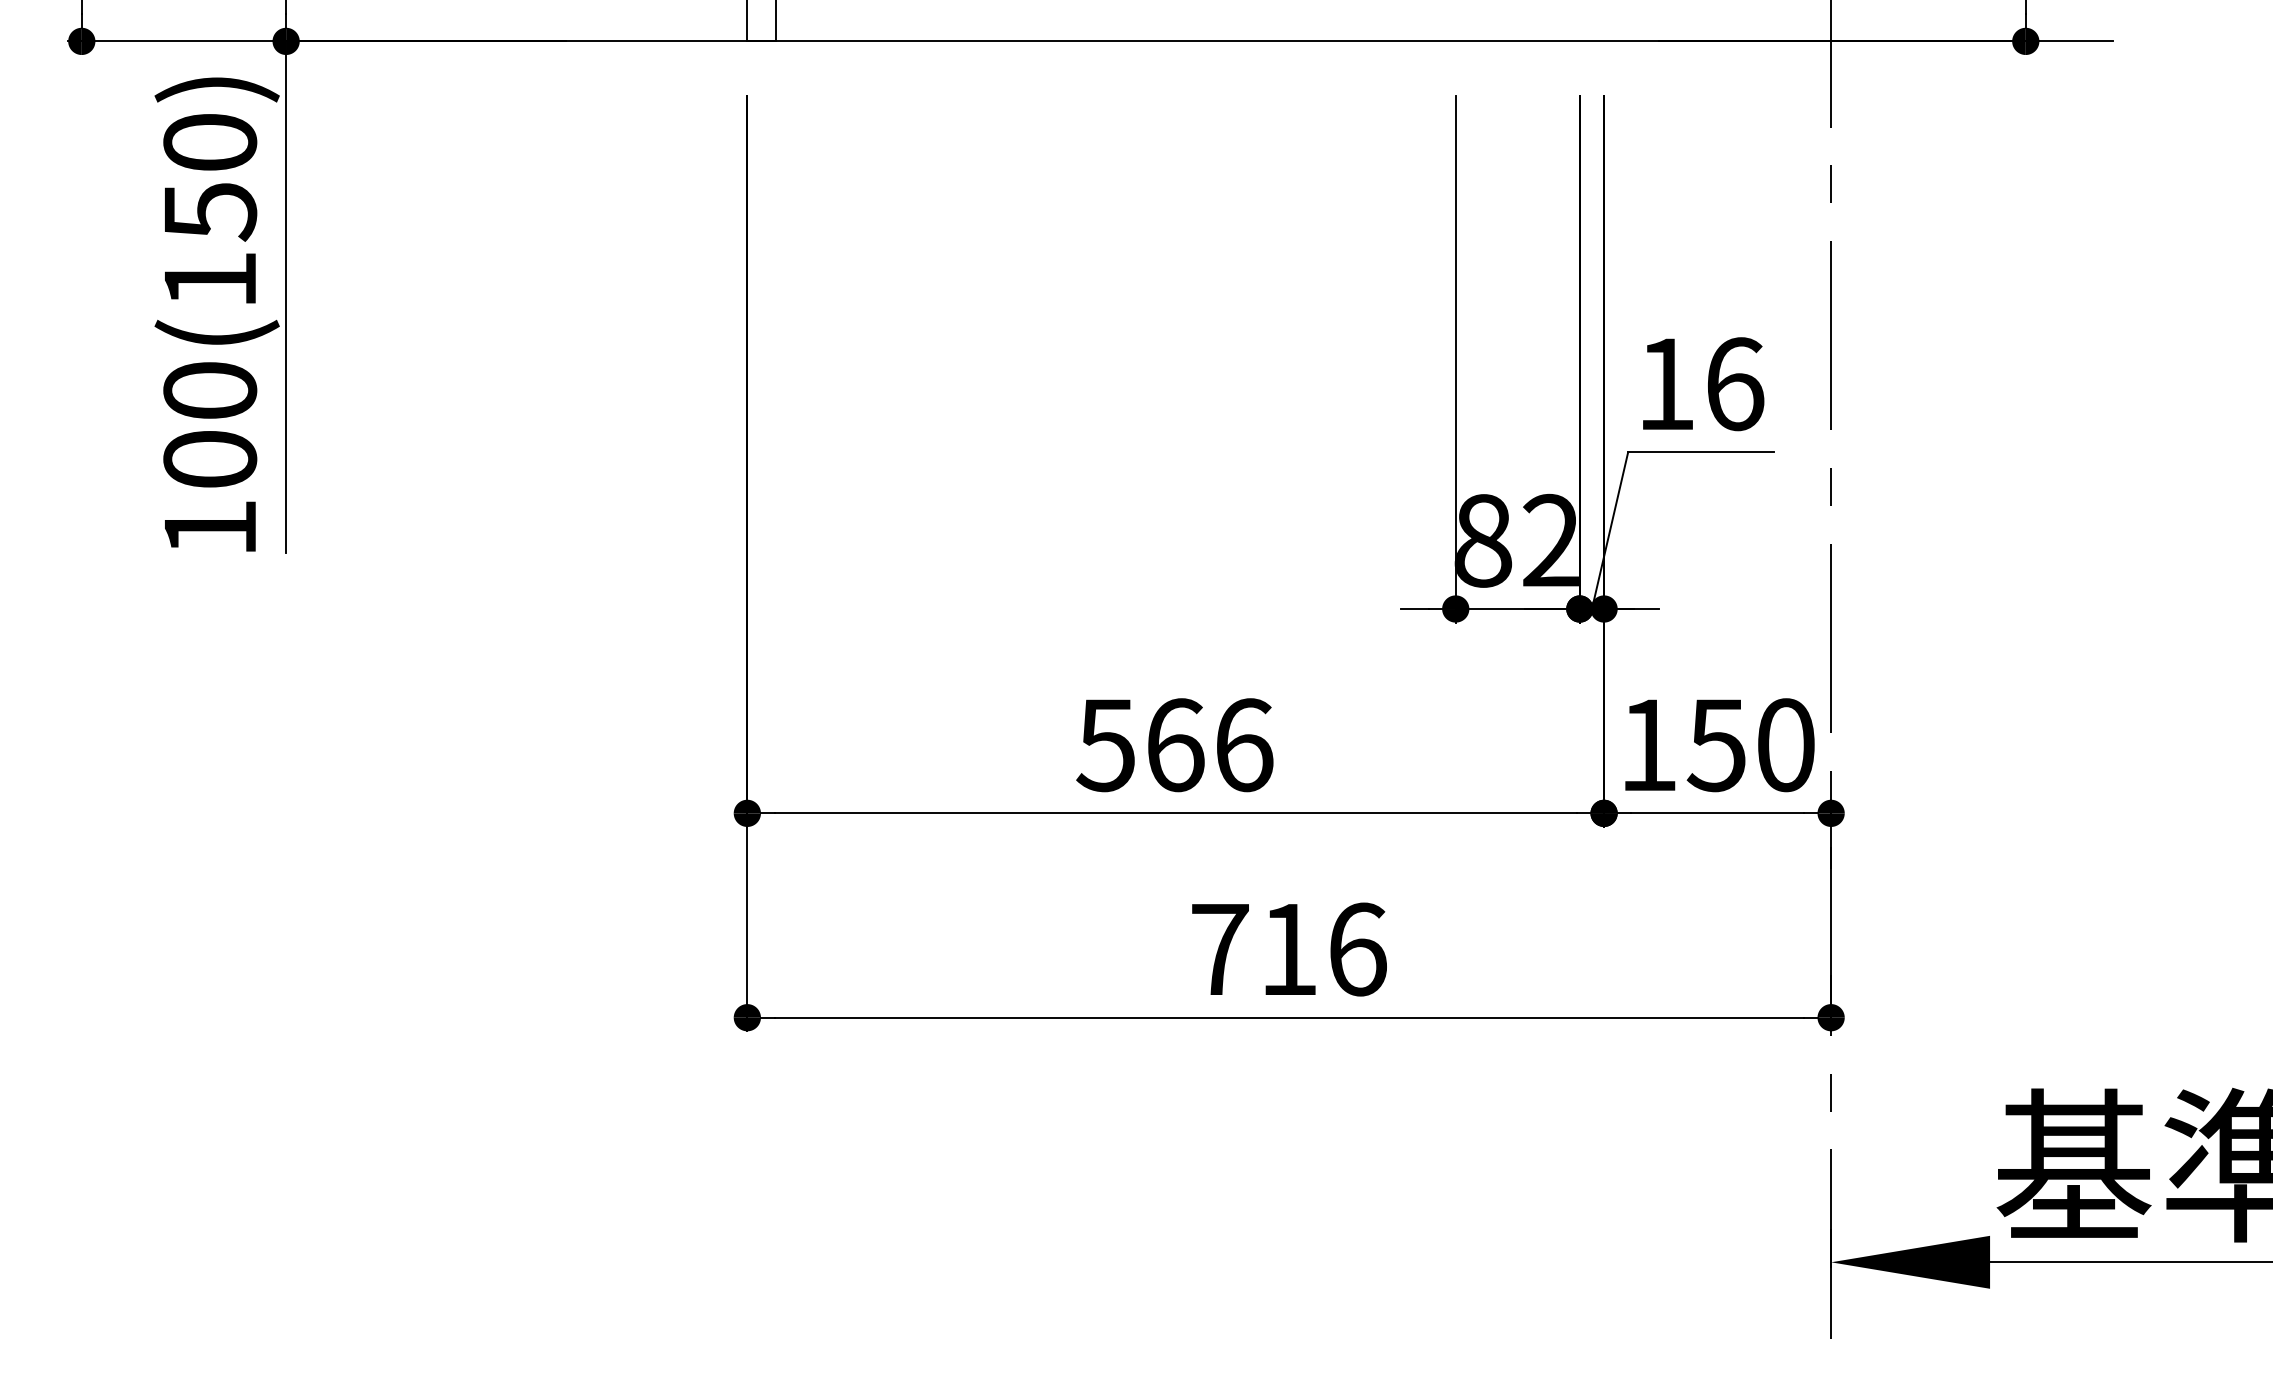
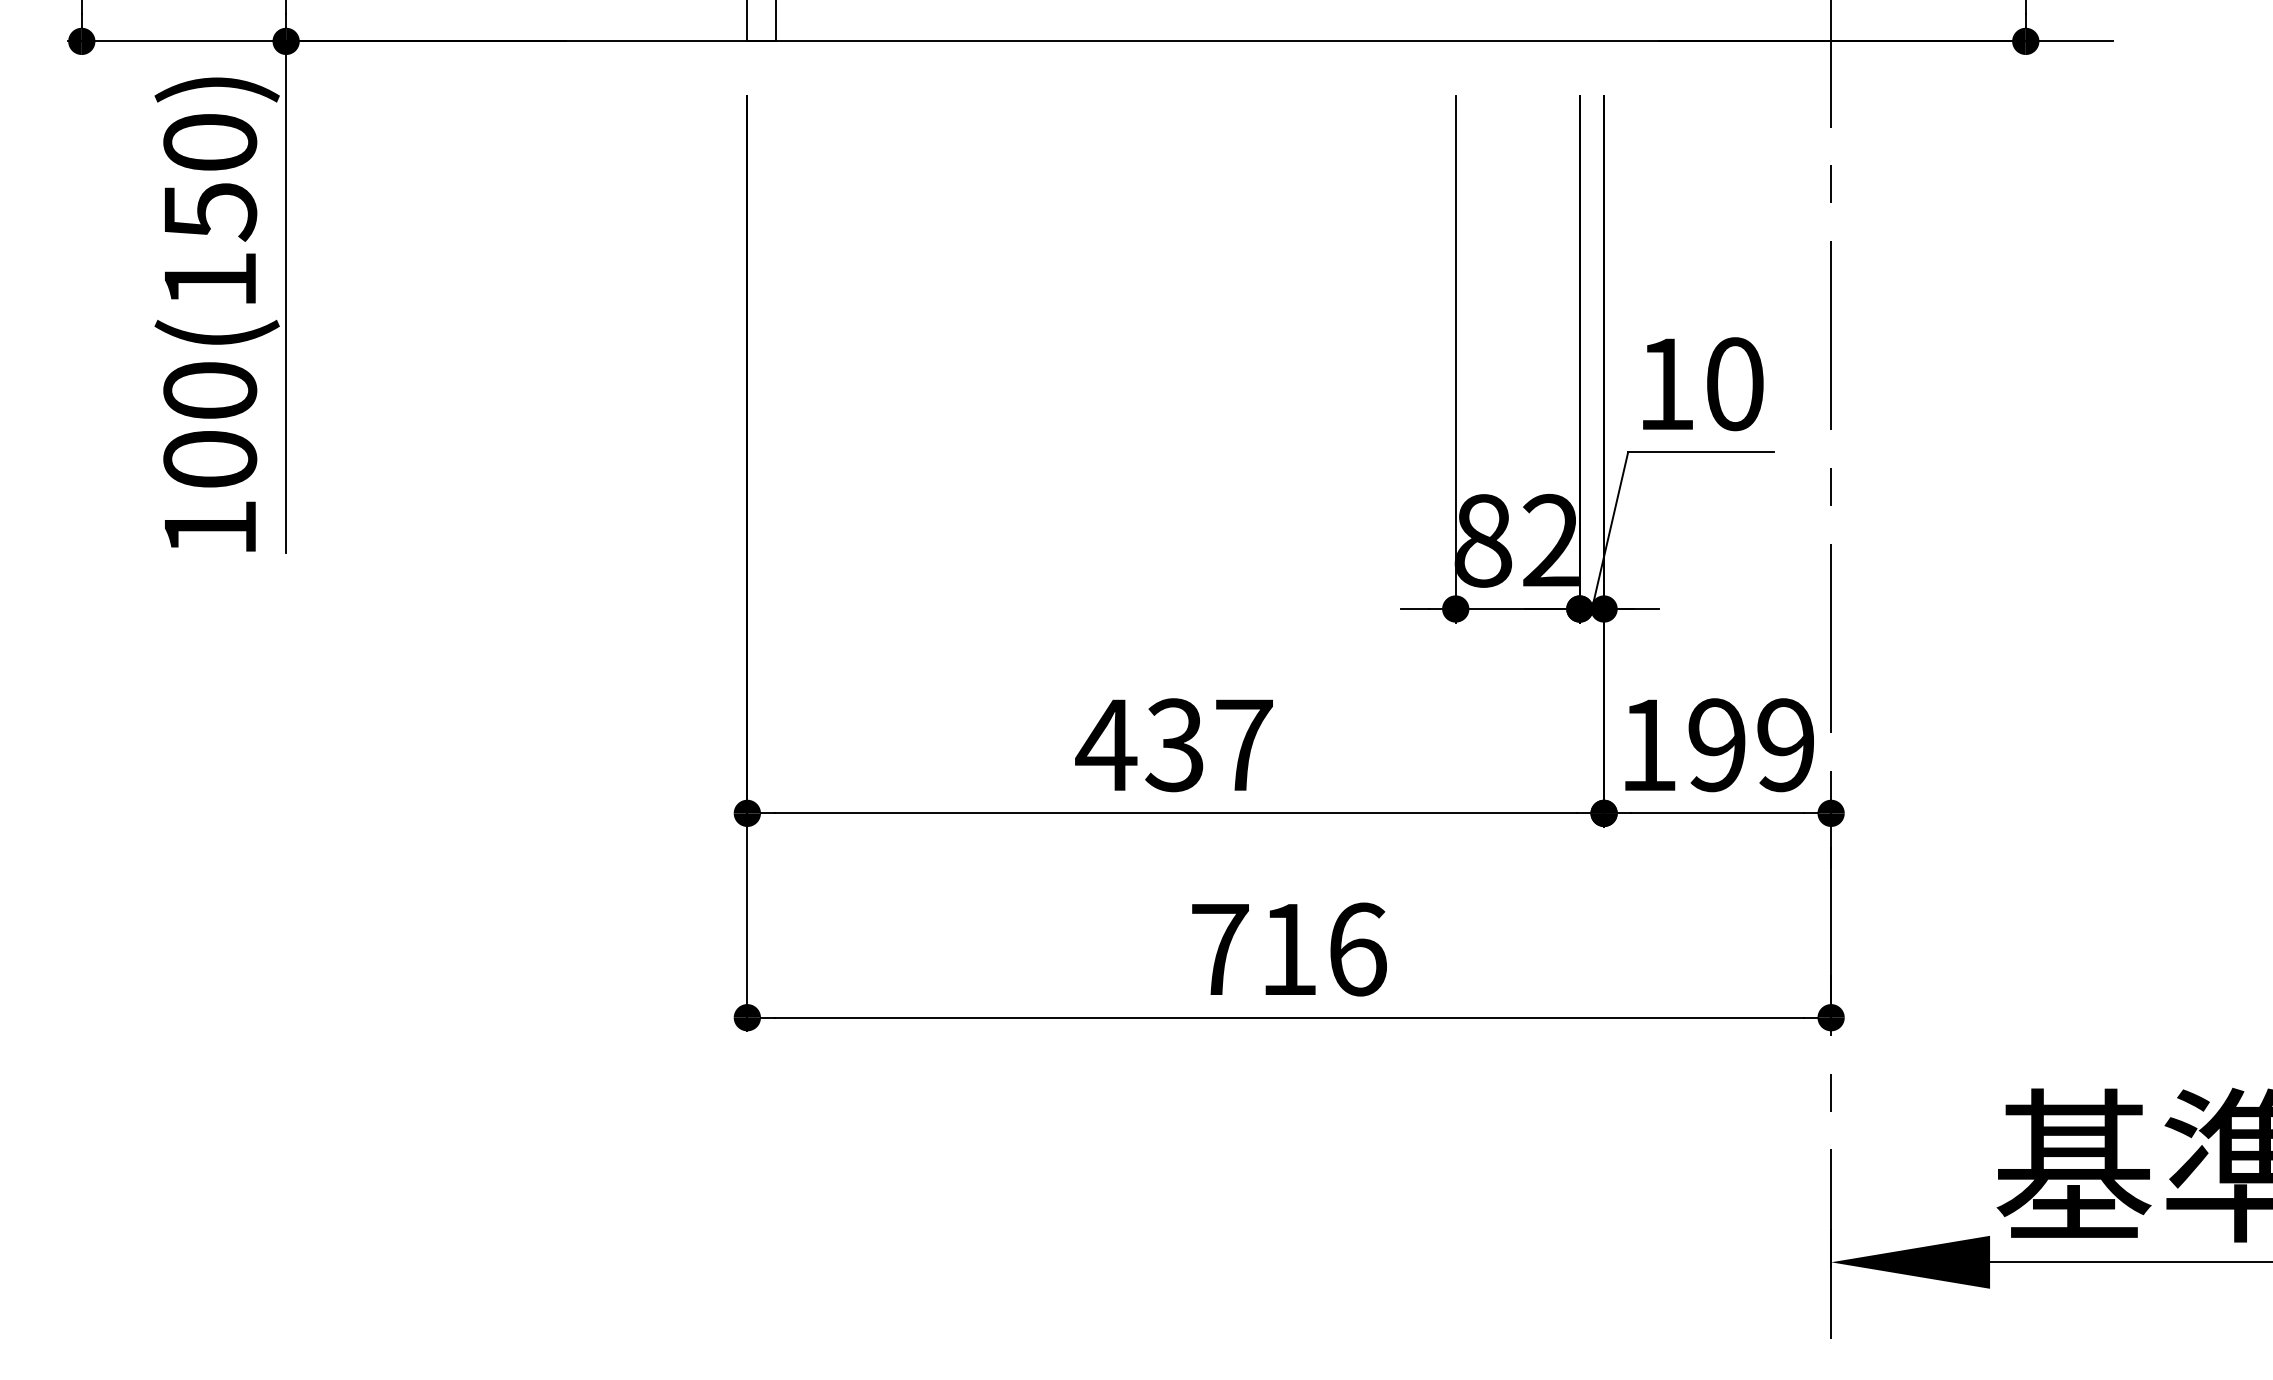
text at (1735, 384): 16 -> 10
text at (1174, 745): 566 -> 437
text at (1750, 745): 150 -> 199
